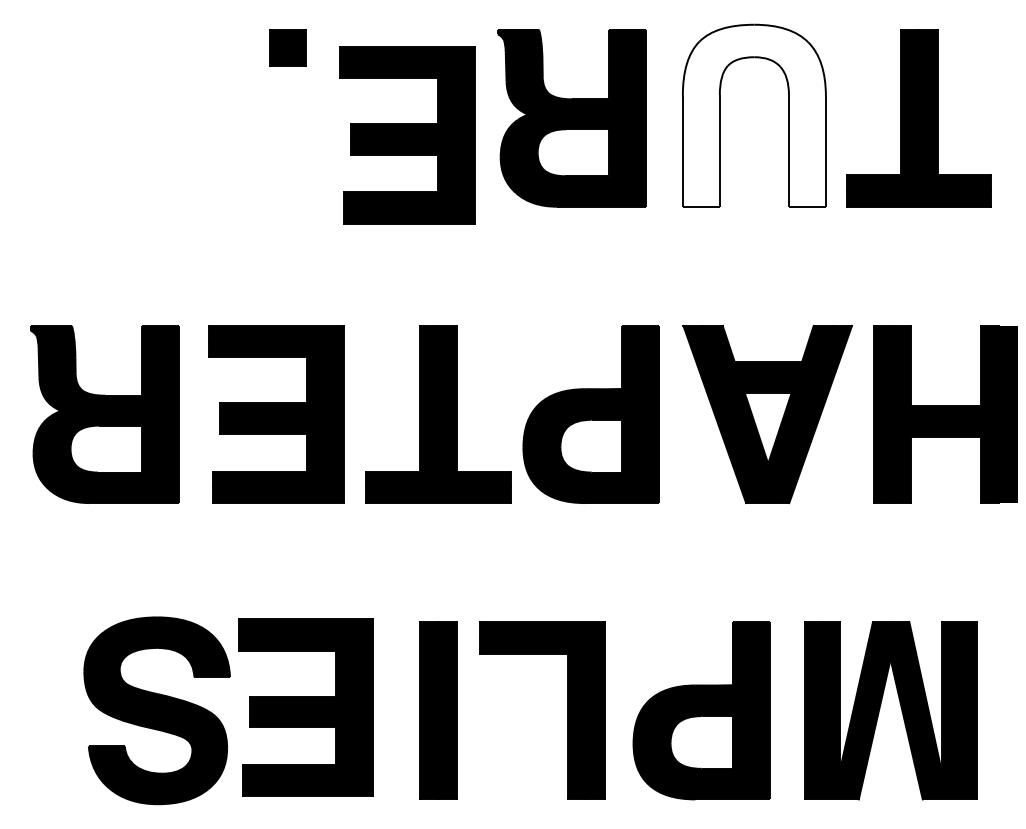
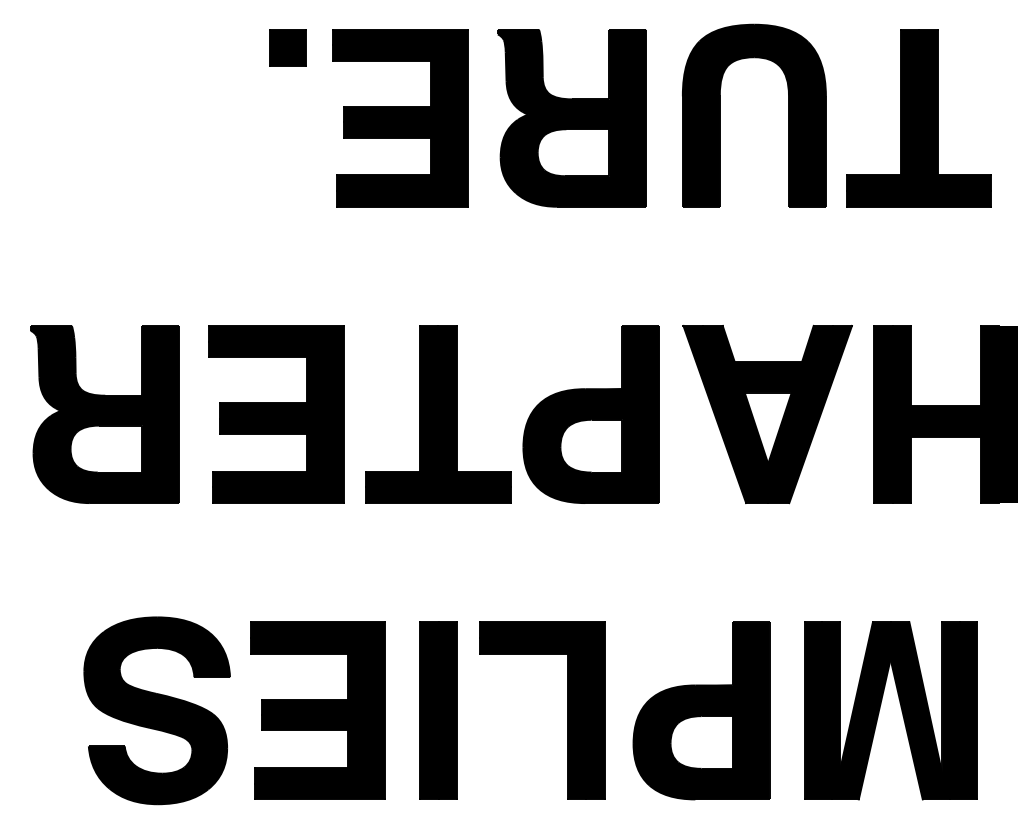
fill at (753, 115): none -> present
part at (407, 135) position: (407, 135) -> (400, 118)
part at (305, 707) position: (305, 707) -> (317, 710)
